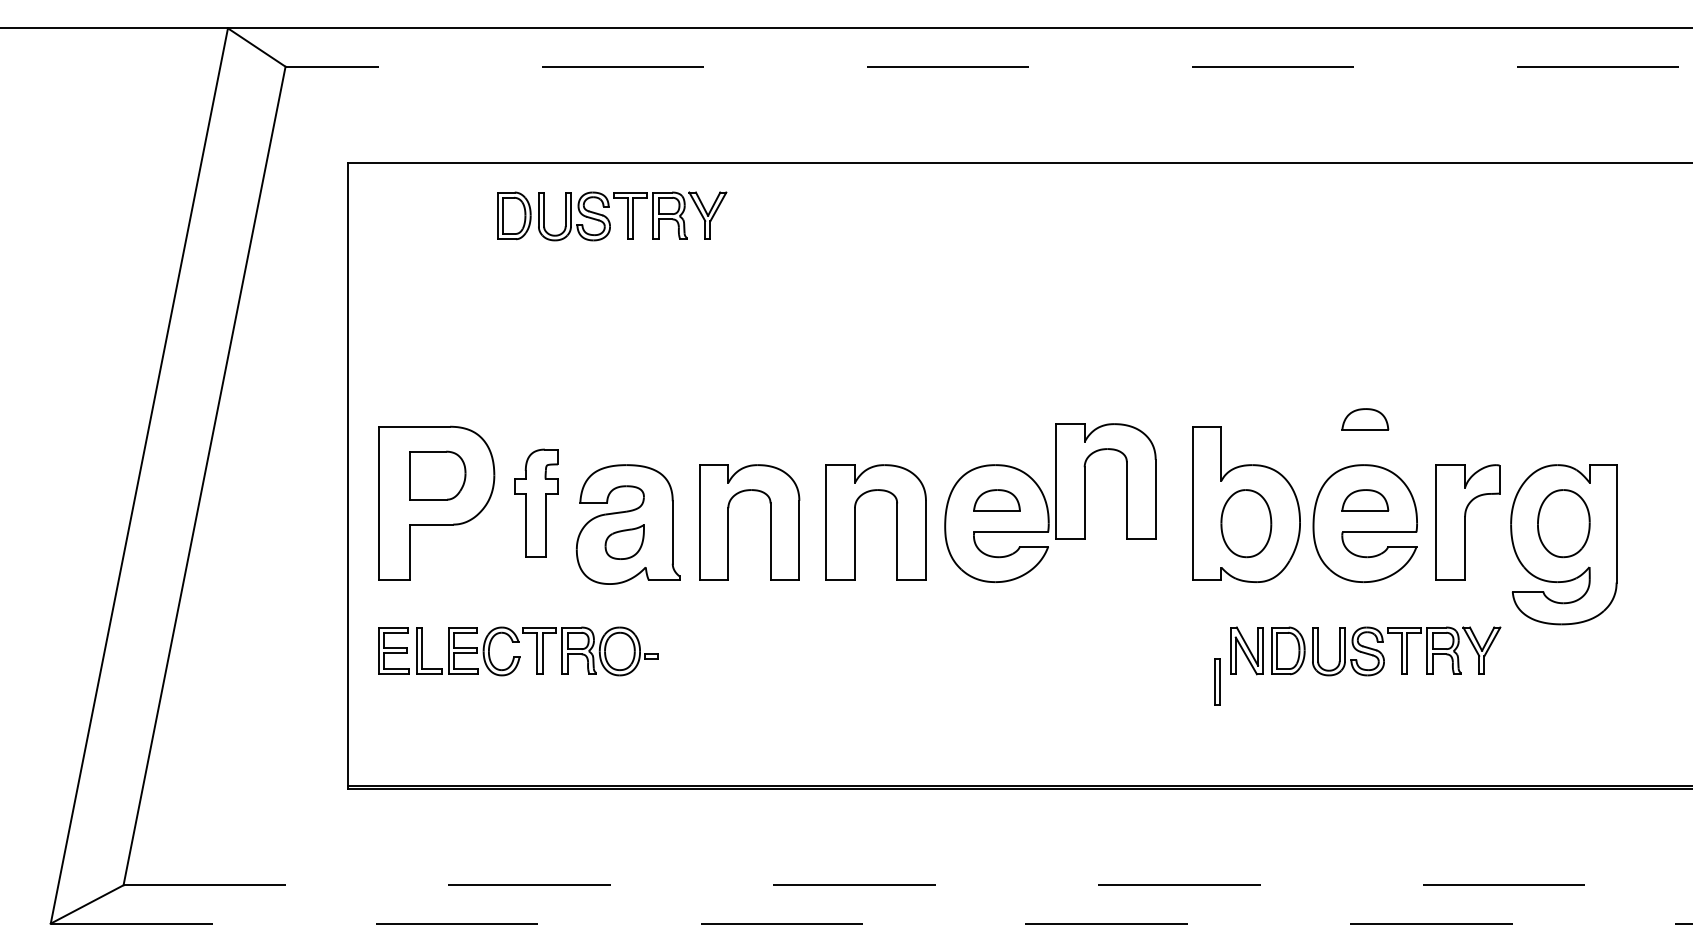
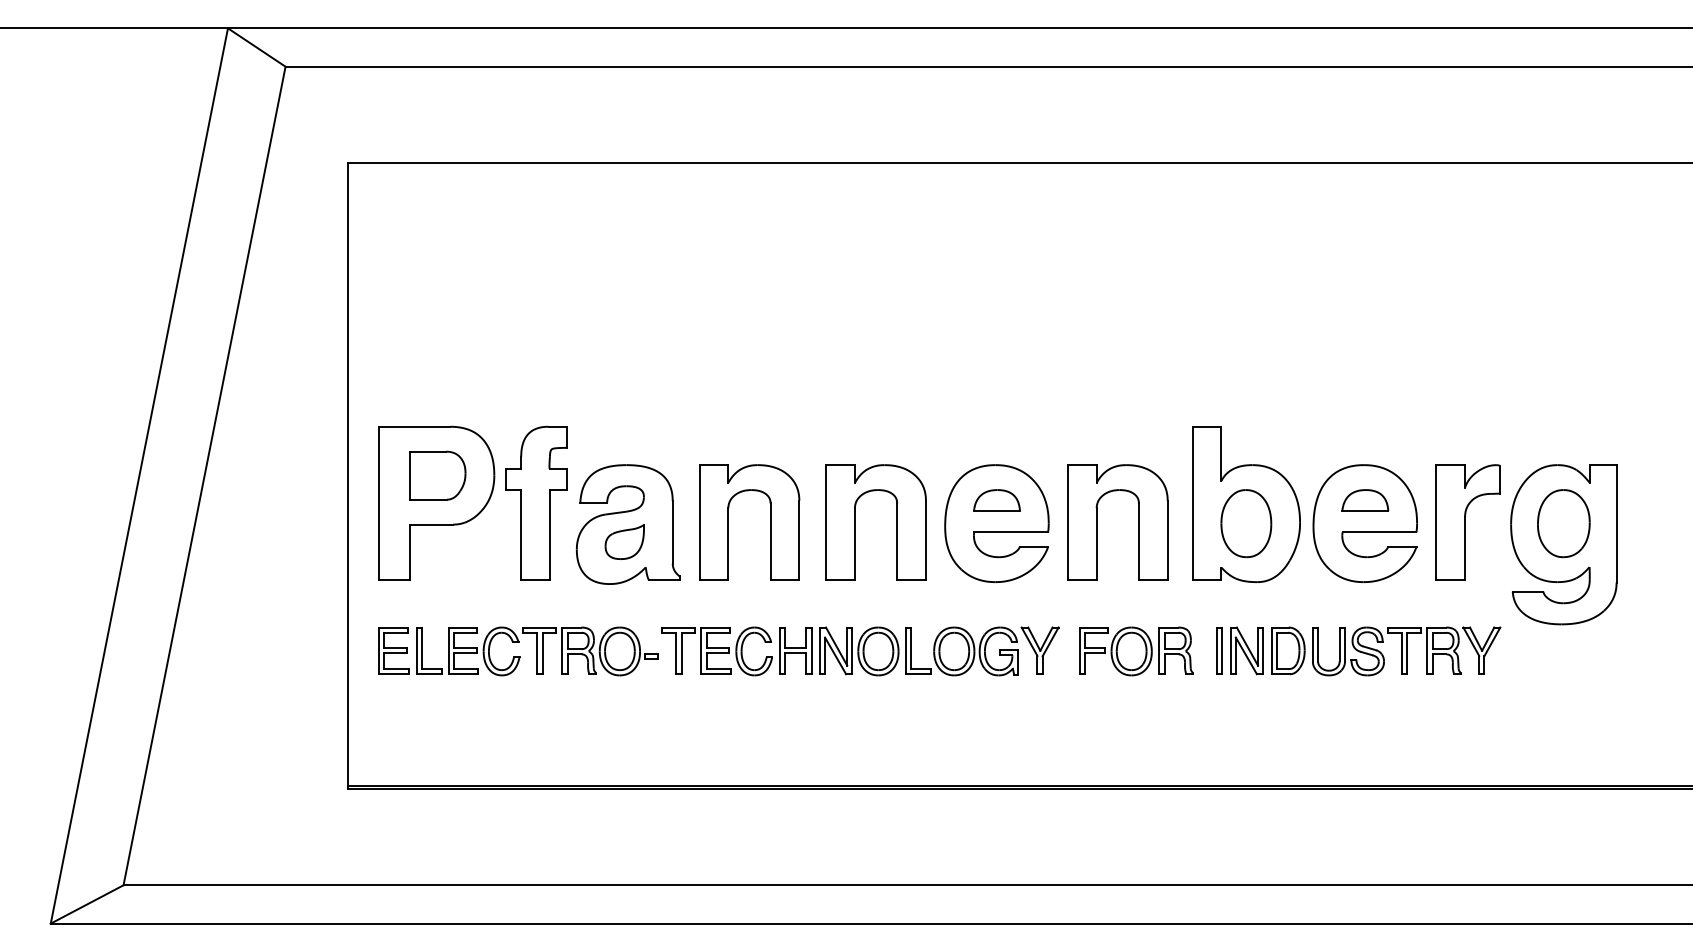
line at (989, 66): dashed -> solid
part at (612, 216): present -> none
part at (1365, 419): present -> none
part at (1085, 481) position: (1085, 481) -> (1097, 522)
part at (536, 502) size: 45x110 px -> 63x156 px
part at (860, 651): none -> present
part at (1136, 651): none -> present
part at (1217, 681) position: (1217, 681) -> (1219, 650)
line at (908, 885): dashed -> solid
line at (871, 923): dashed -> solid
